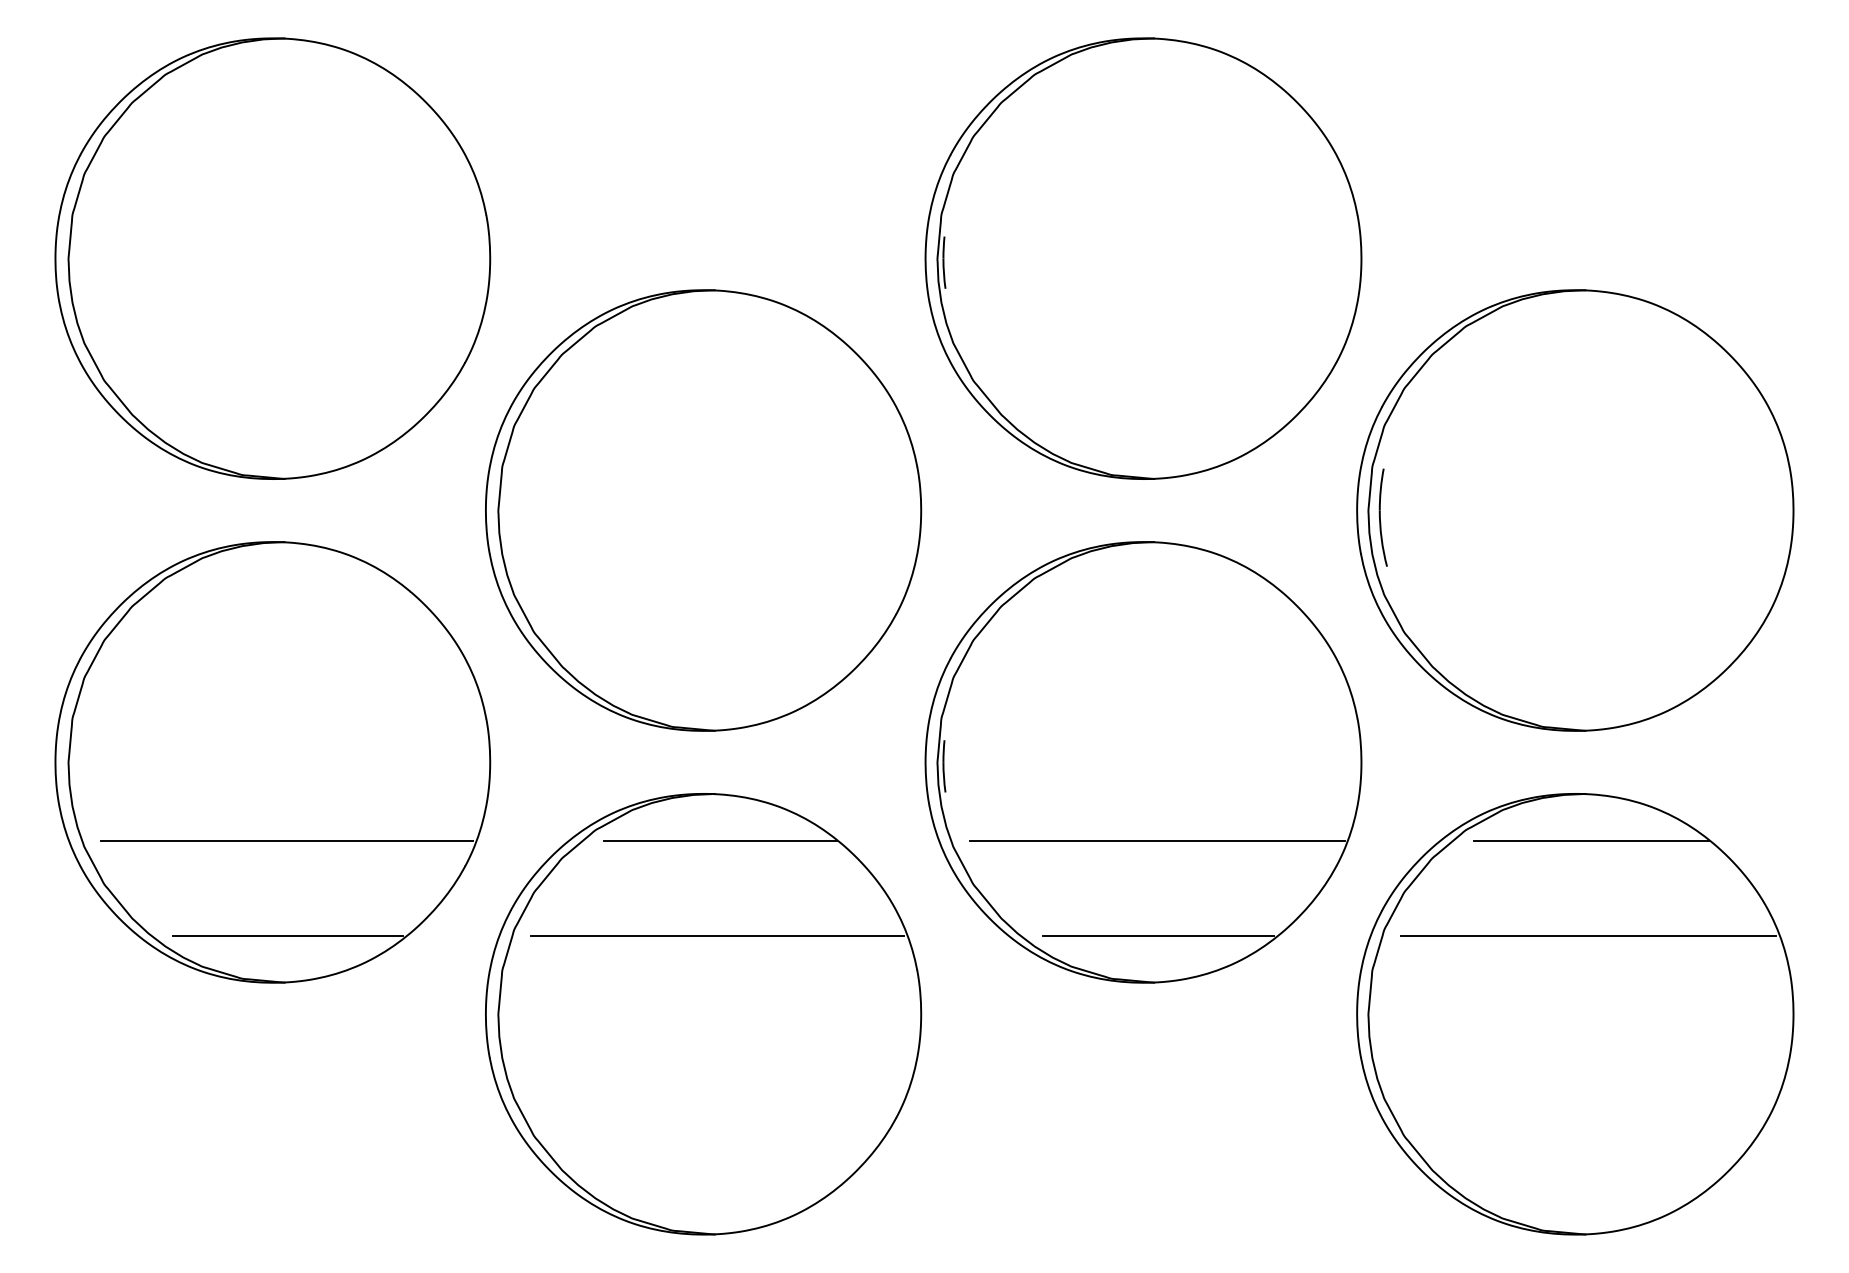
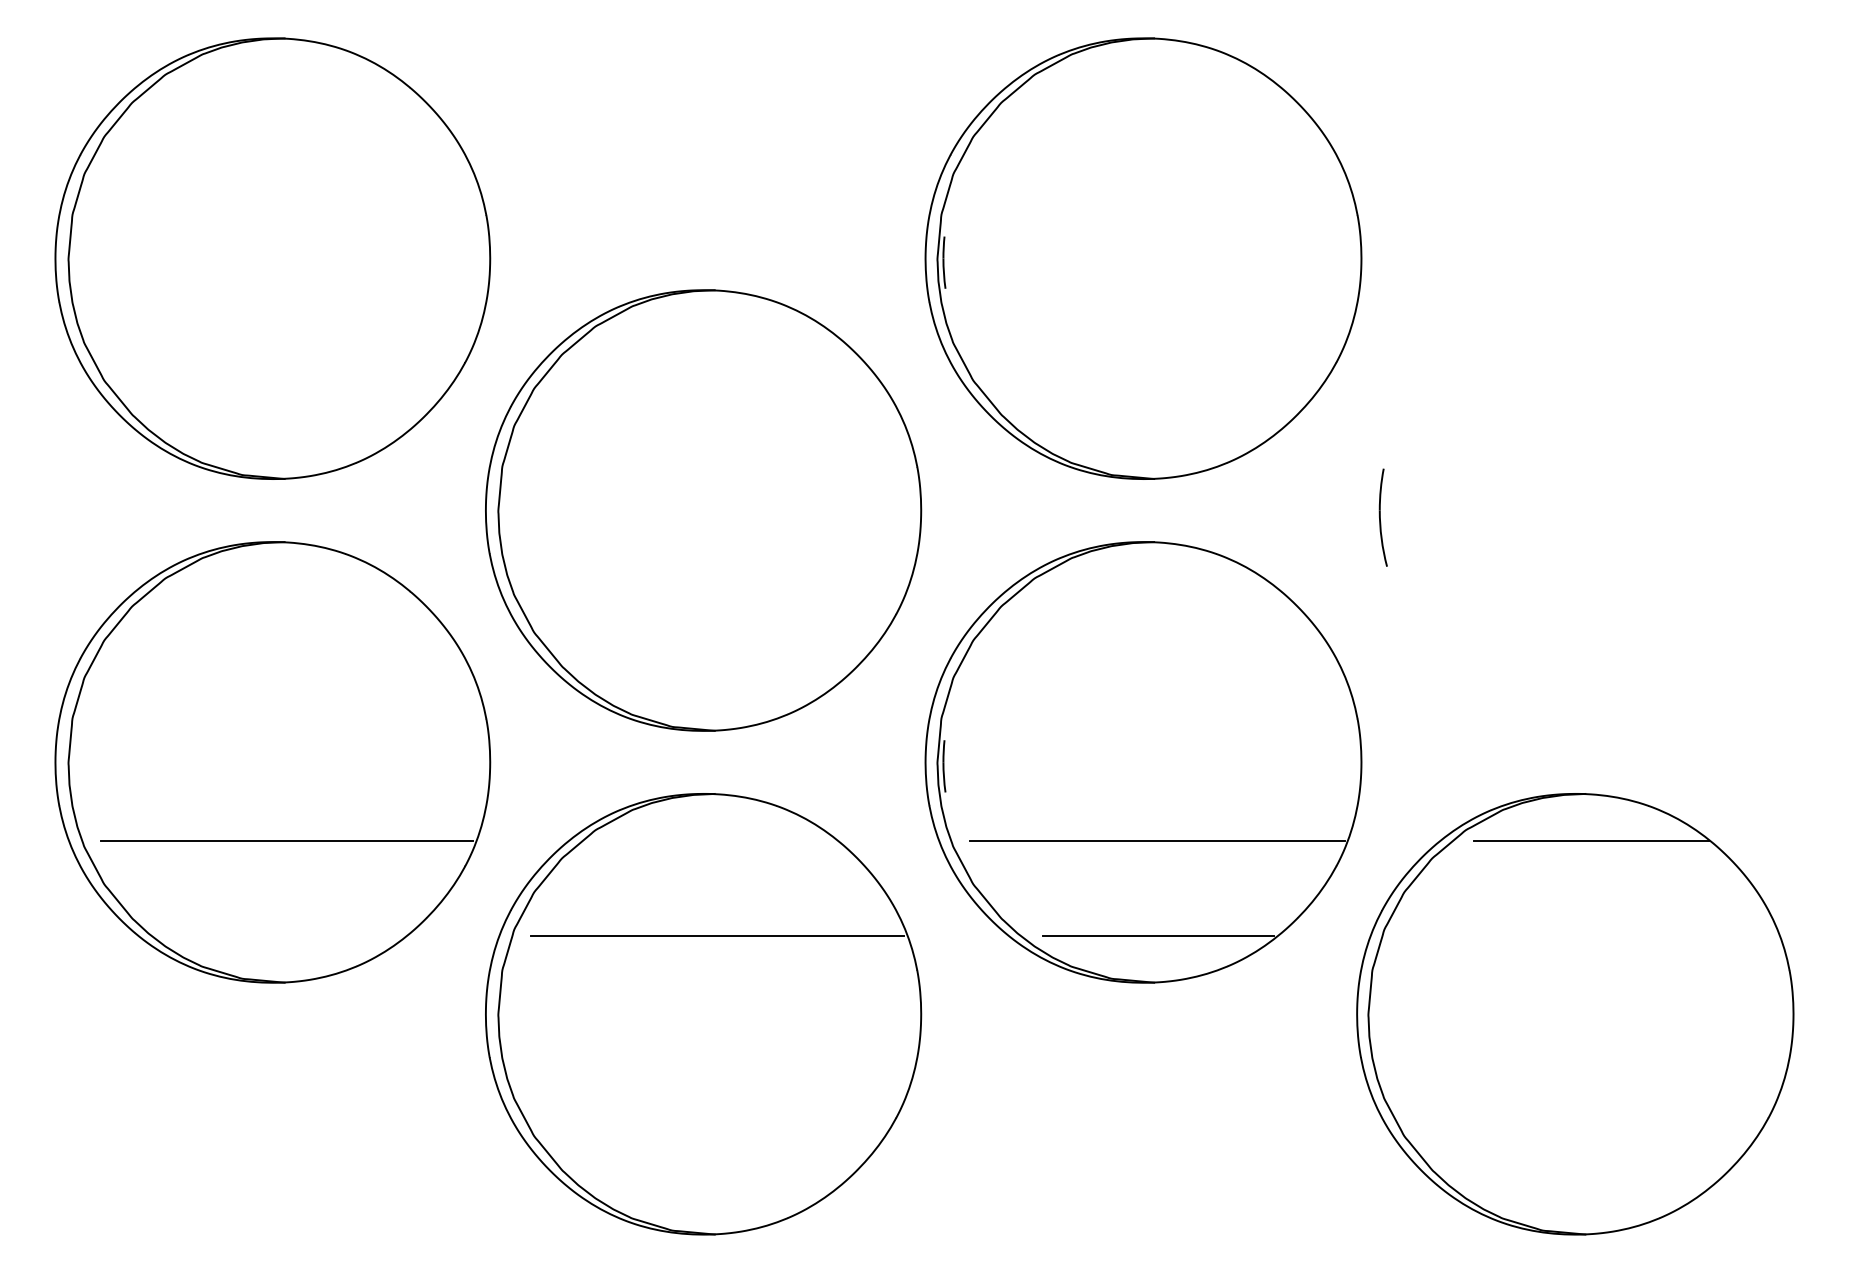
part at (1575, 510): present -> none
line at (720, 841): present -> none
line at (288, 935): present -> none
line at (1588, 935): present -> none
